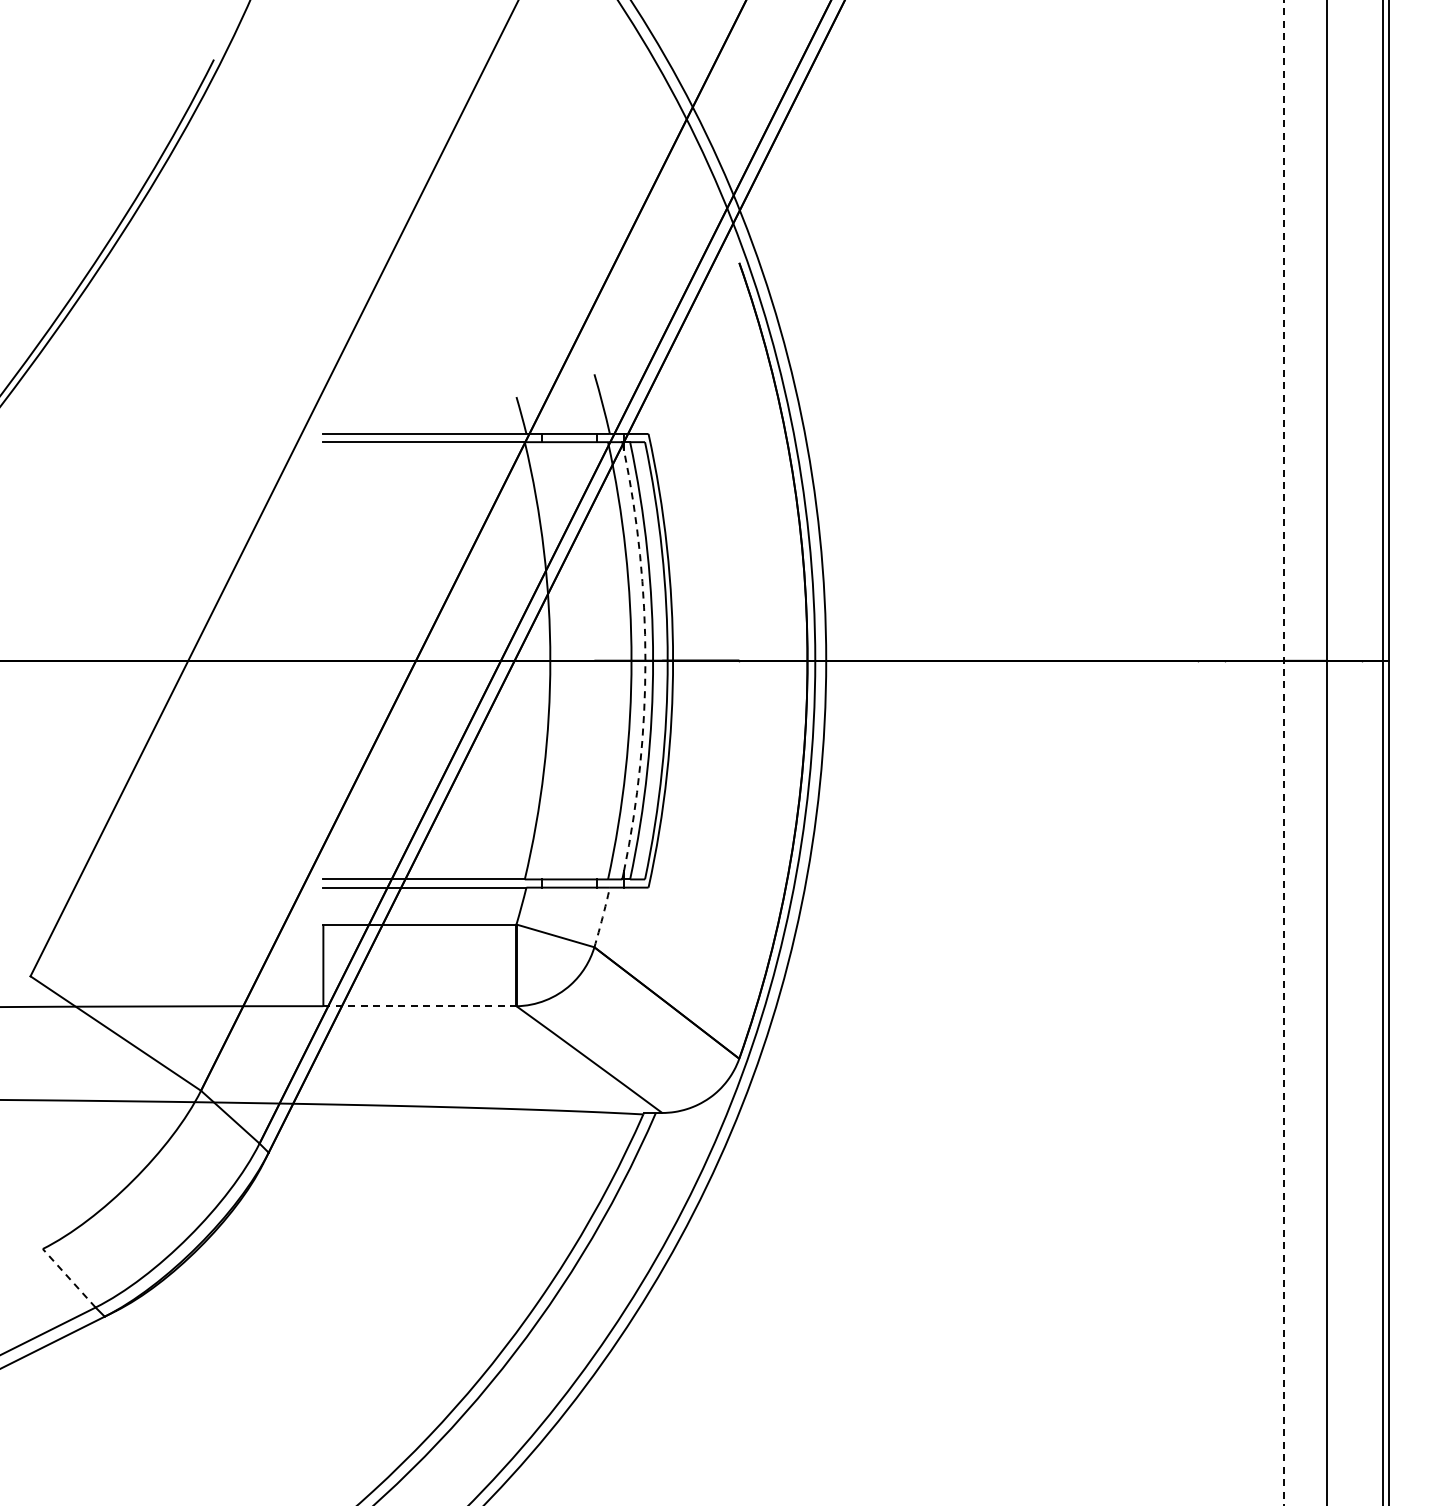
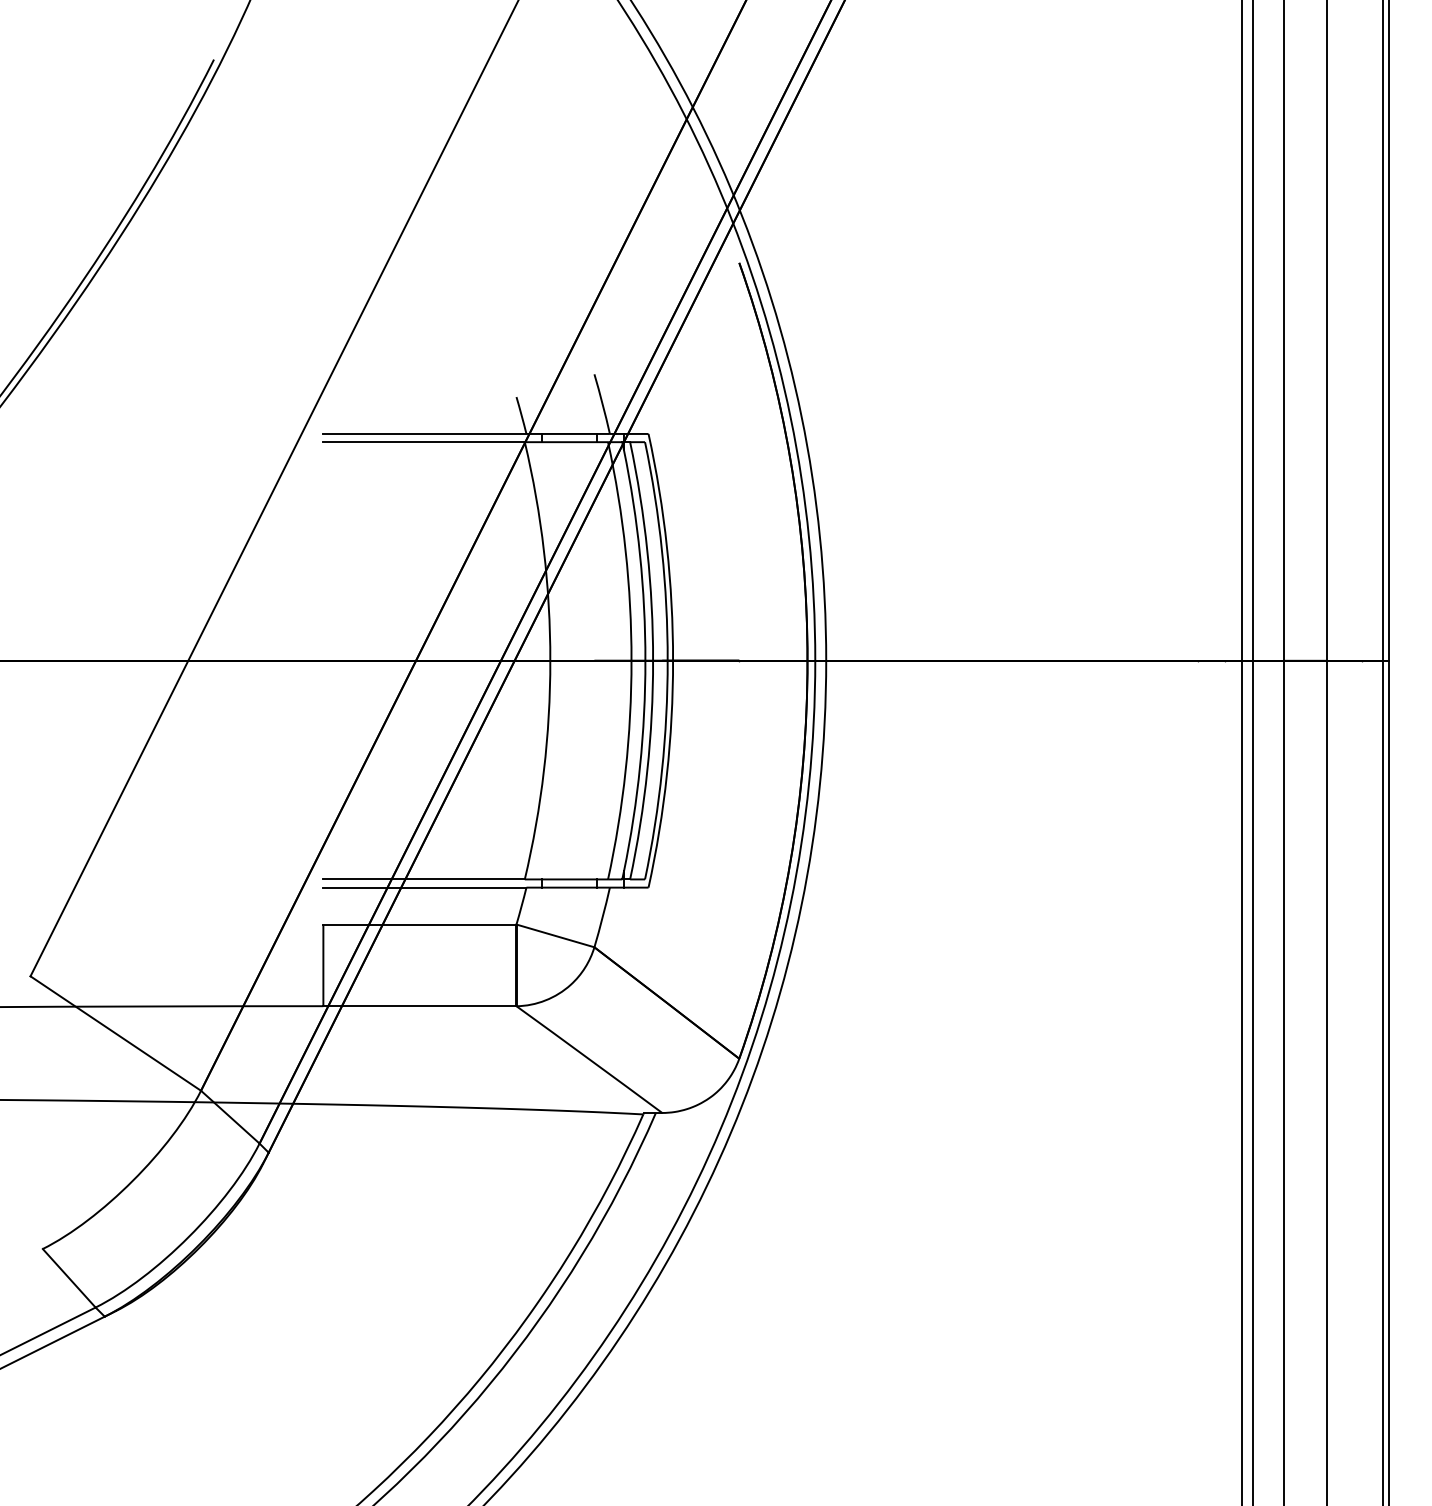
arc at (645, 660): dashed -> solid
line at (1241, 752): none -> present
line at (1252, 752): none -> present
line at (1284, 753): dashed -> solid
arc at (602, 917): dashed -> solid
line at (419, 1006): dashed -> solid
line at (68, 1277): dashed -> solid
